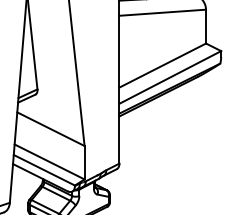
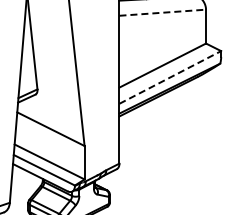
line at (163, 12): solid -> dashed
line at (170, 77): solid -> dashed
